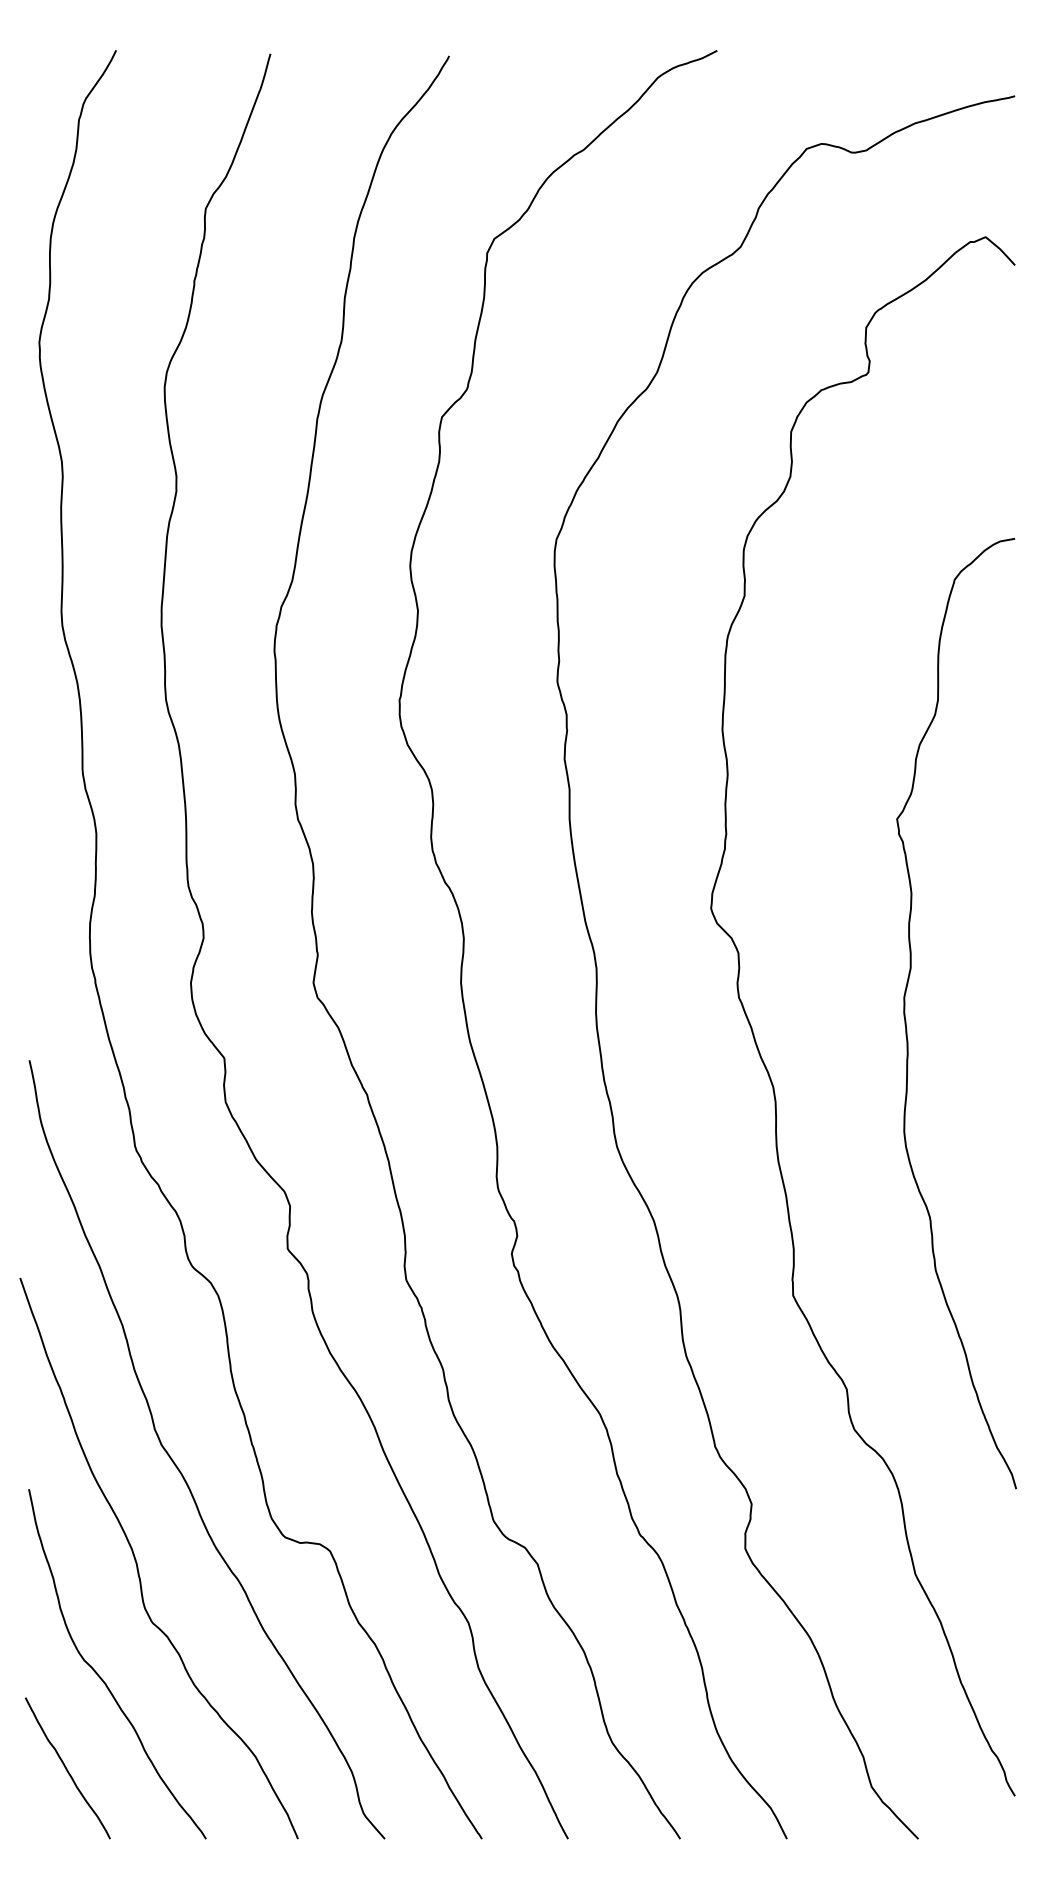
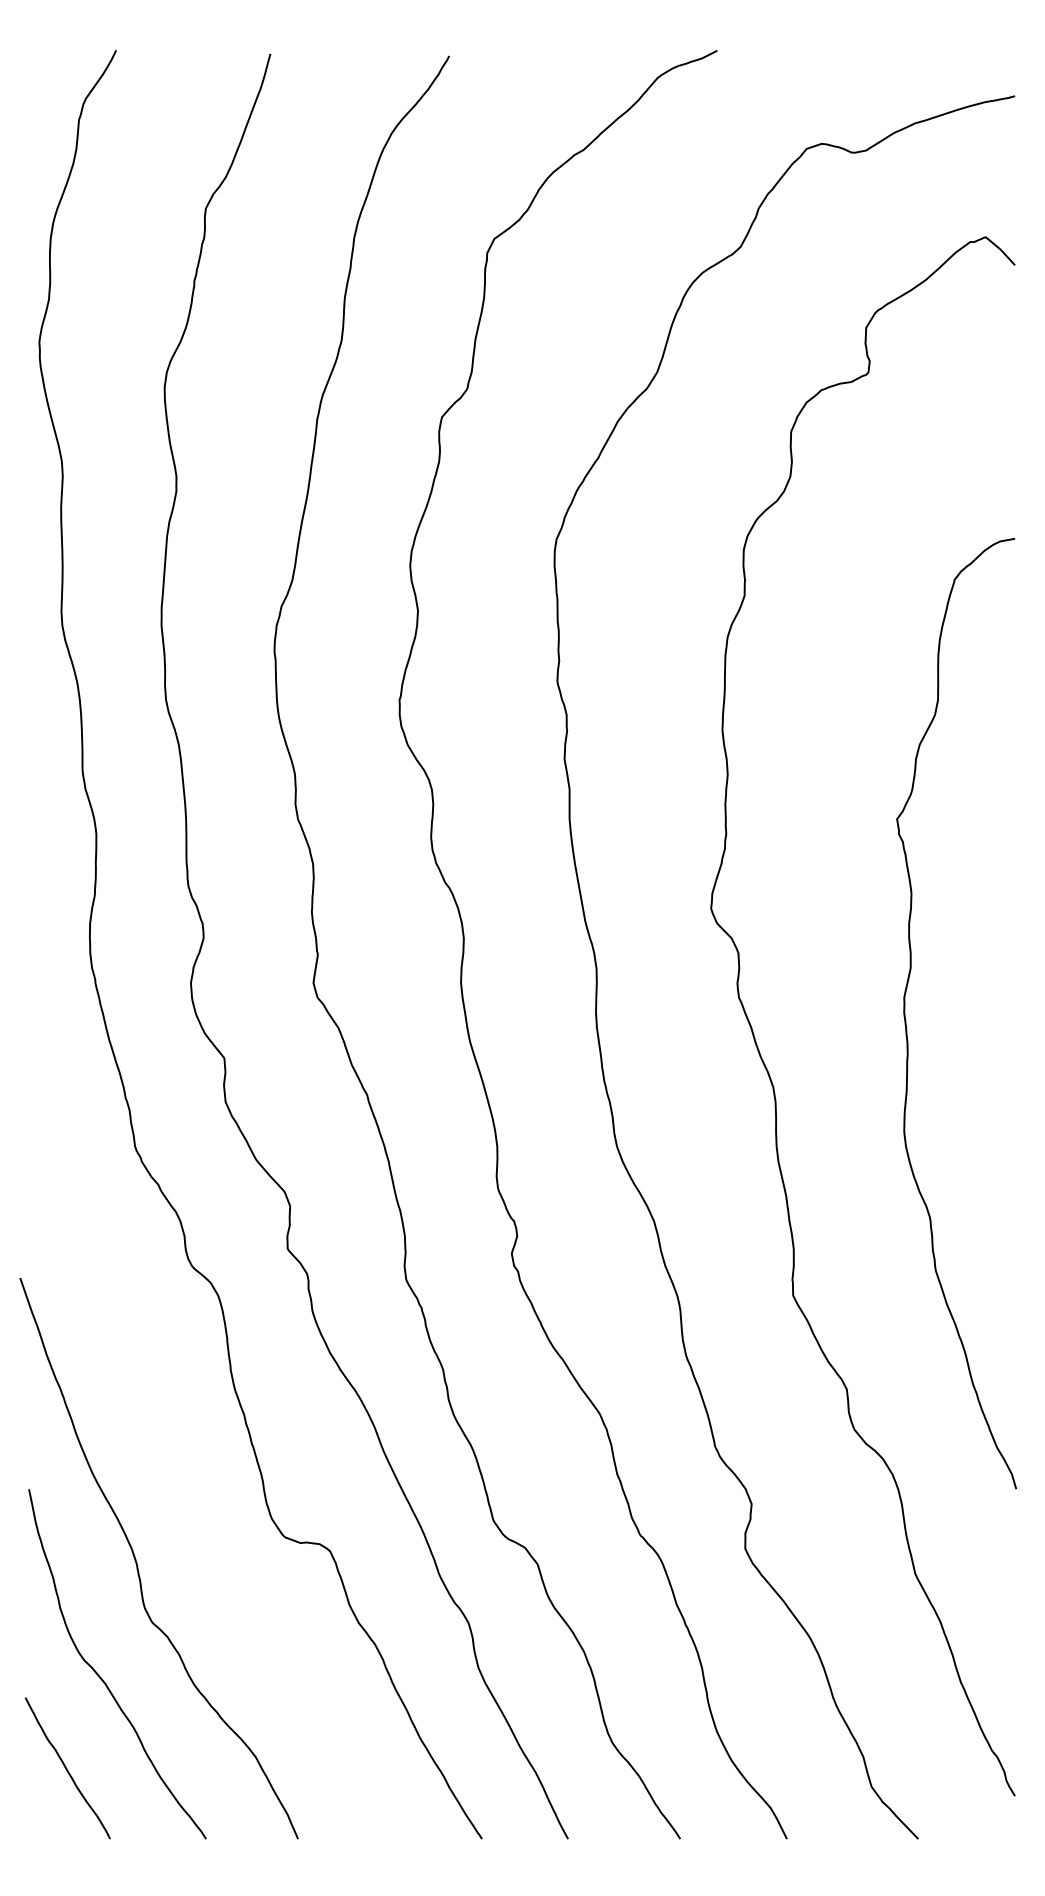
curve at (178, 1467): present -> none
